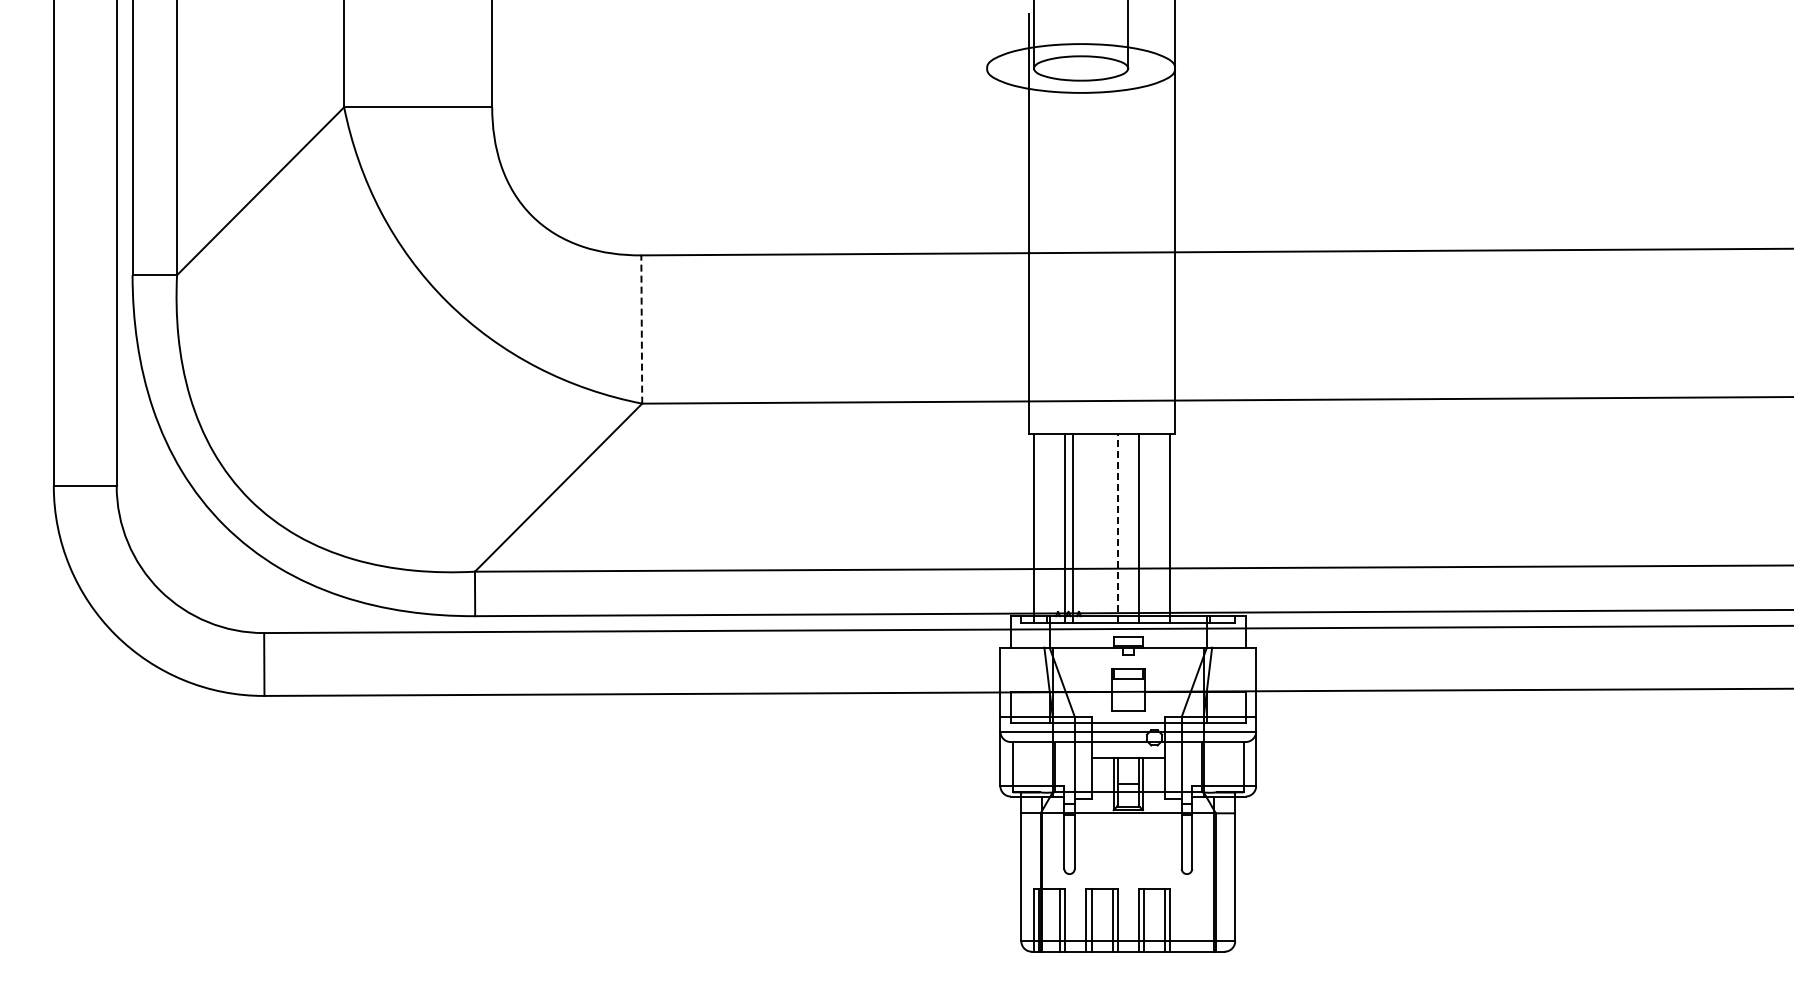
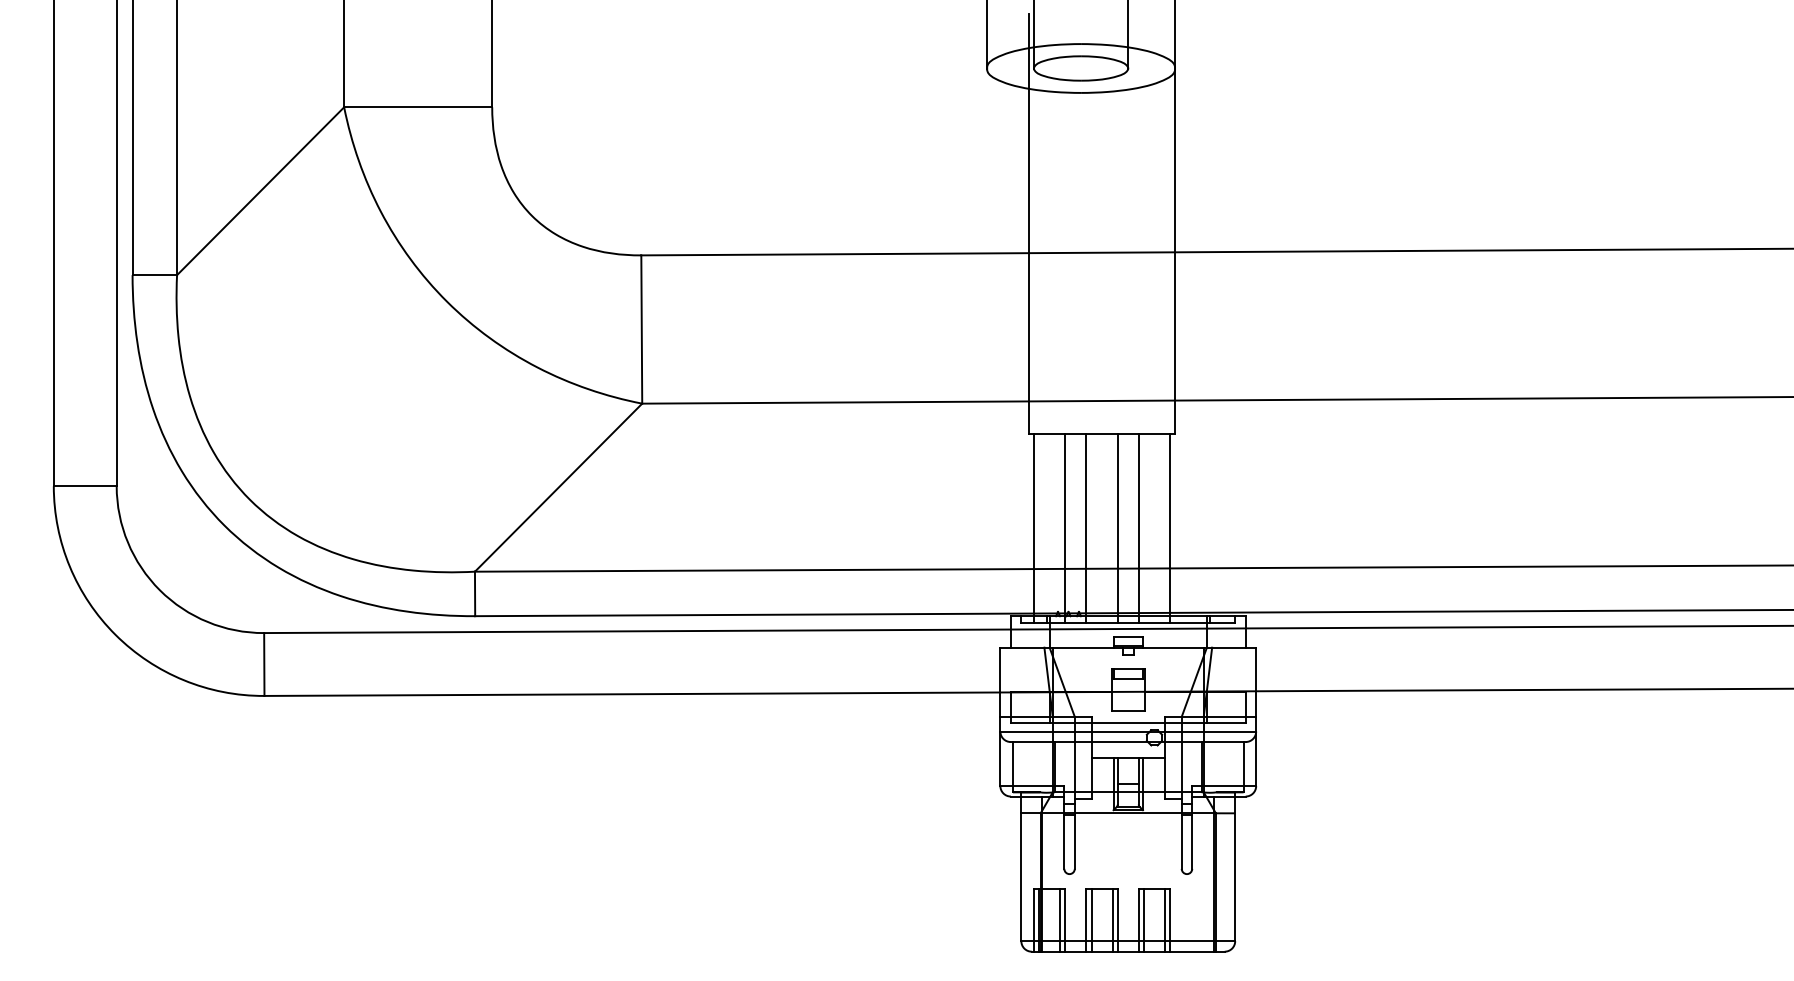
line at (986, 35): none -> present
line at (641, 329): dashed -> solid
line at (1073, 527) position: (1073, 527) -> (1086, 527)
line at (1117, 527): dashed -> solid
